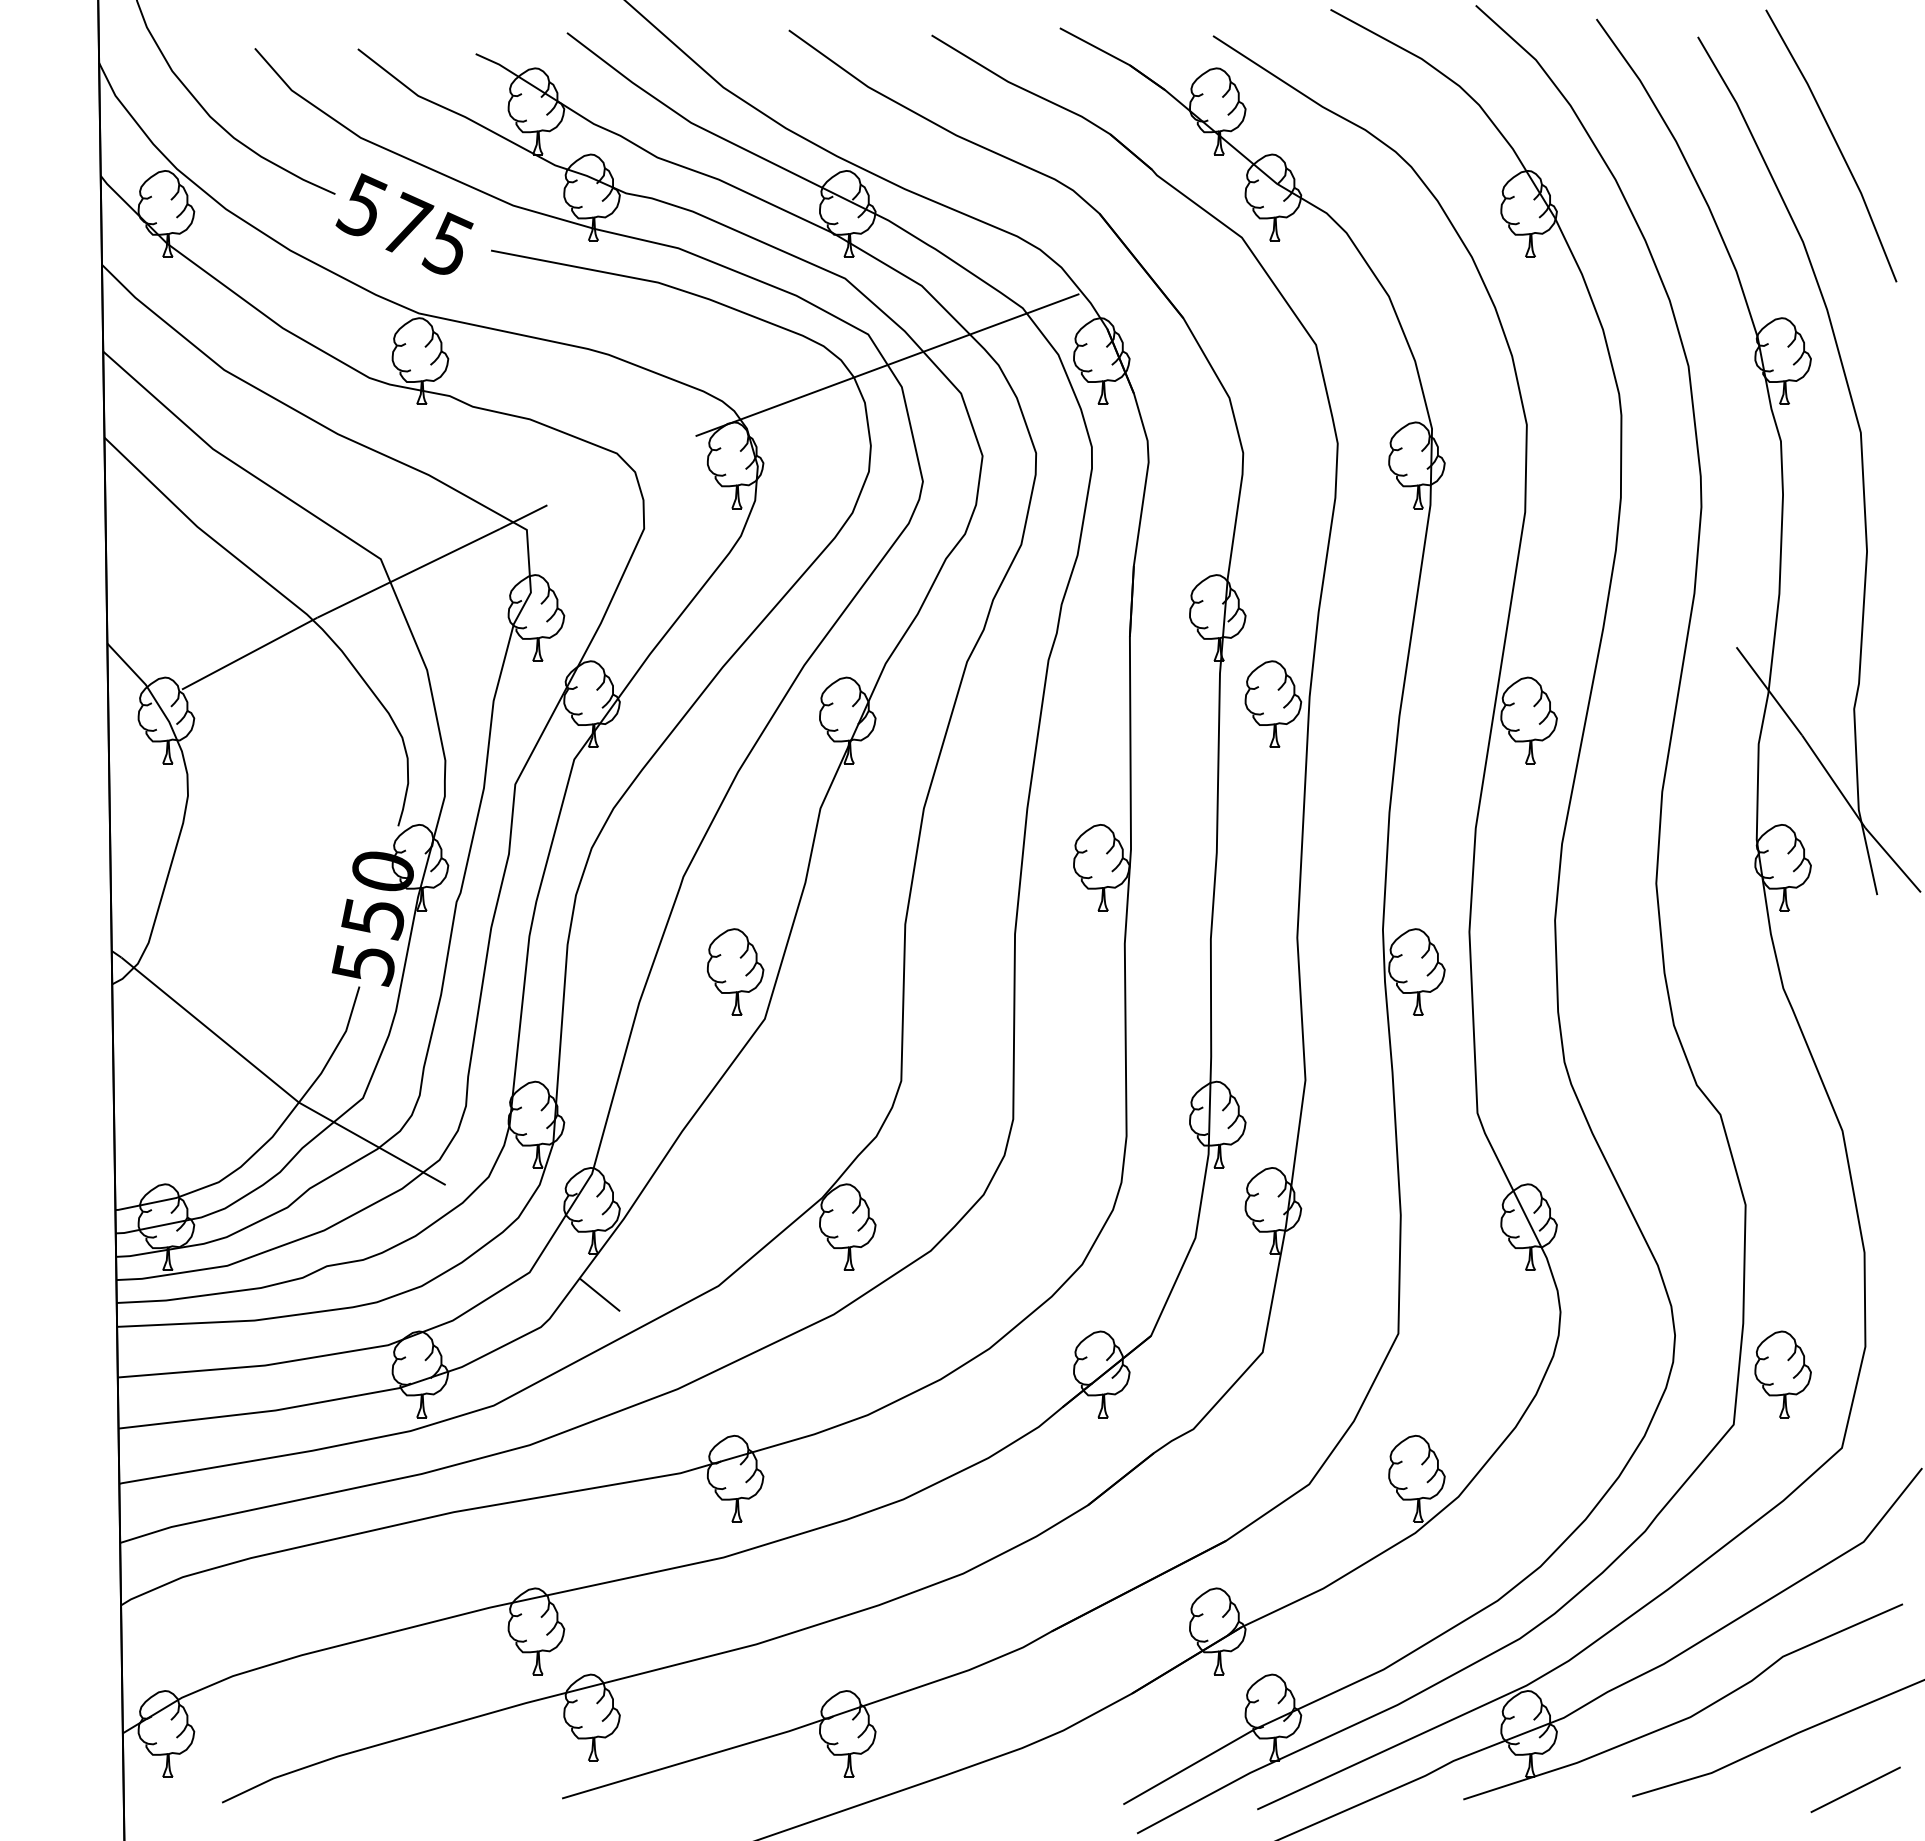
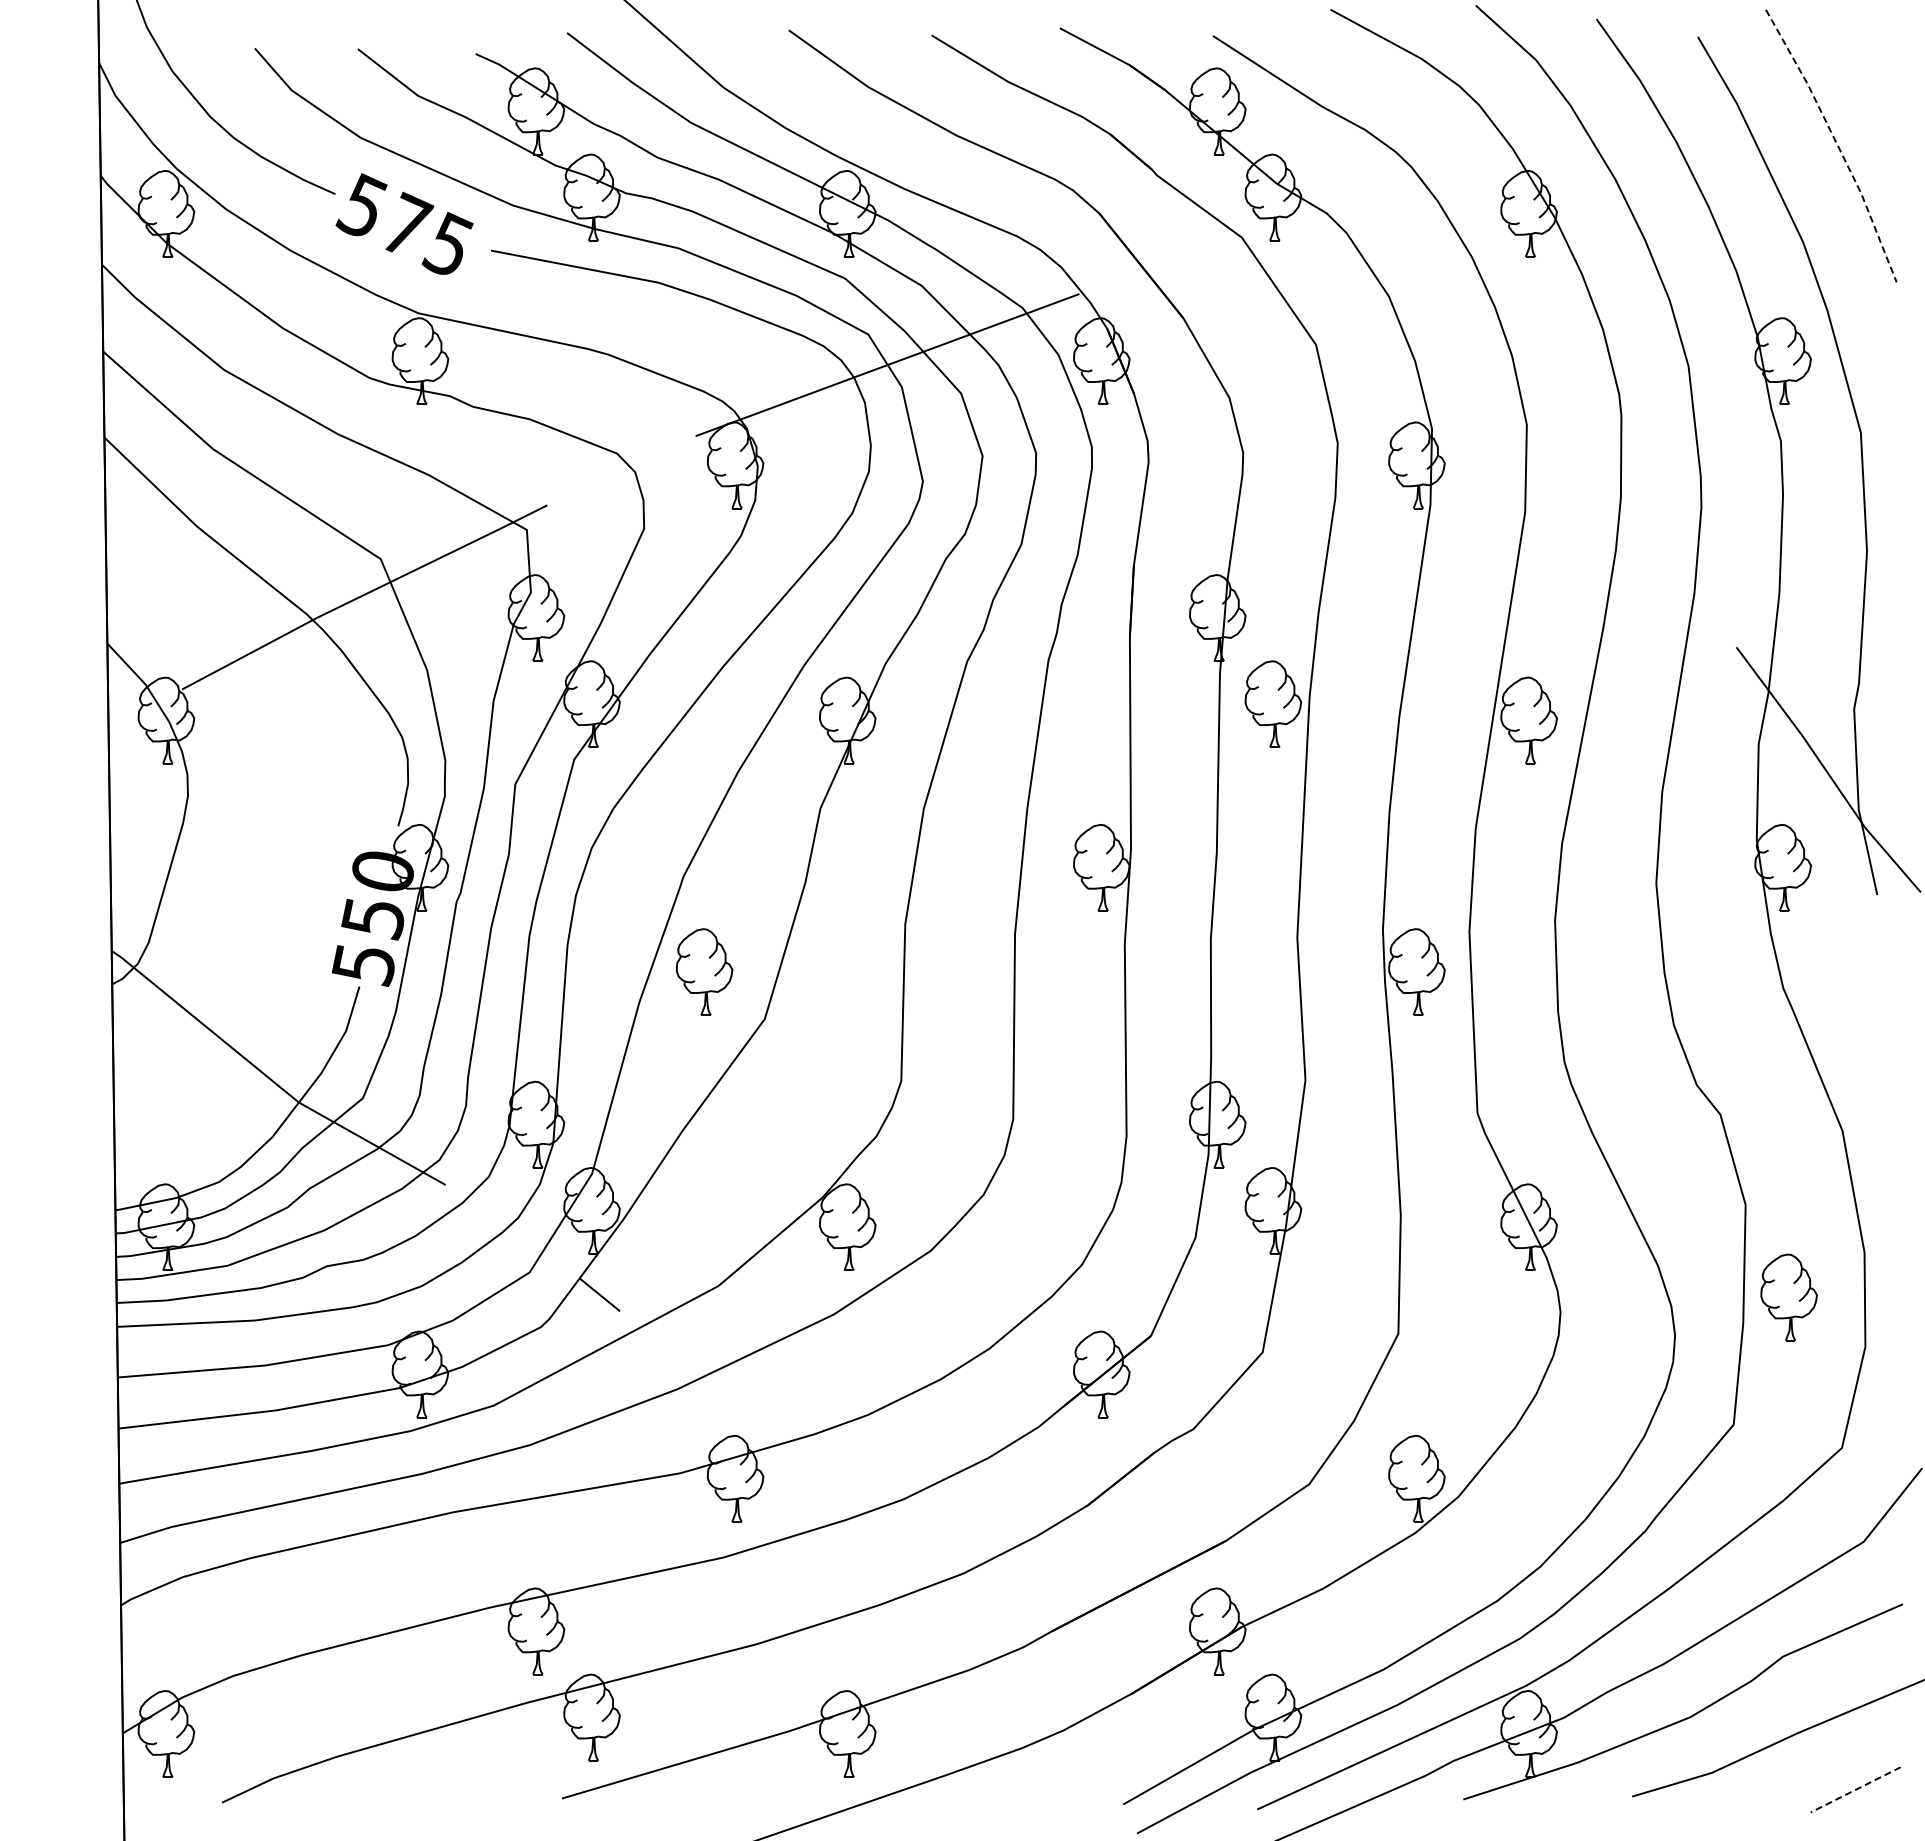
line at (1837, 144): solid -> dashed
part at (735, 971) position: (735, 971) -> (704, 971)
part at (1782, 1374) position: (1782, 1374) -> (1788, 1297)
line at (1855, 1790): solid -> dashed
